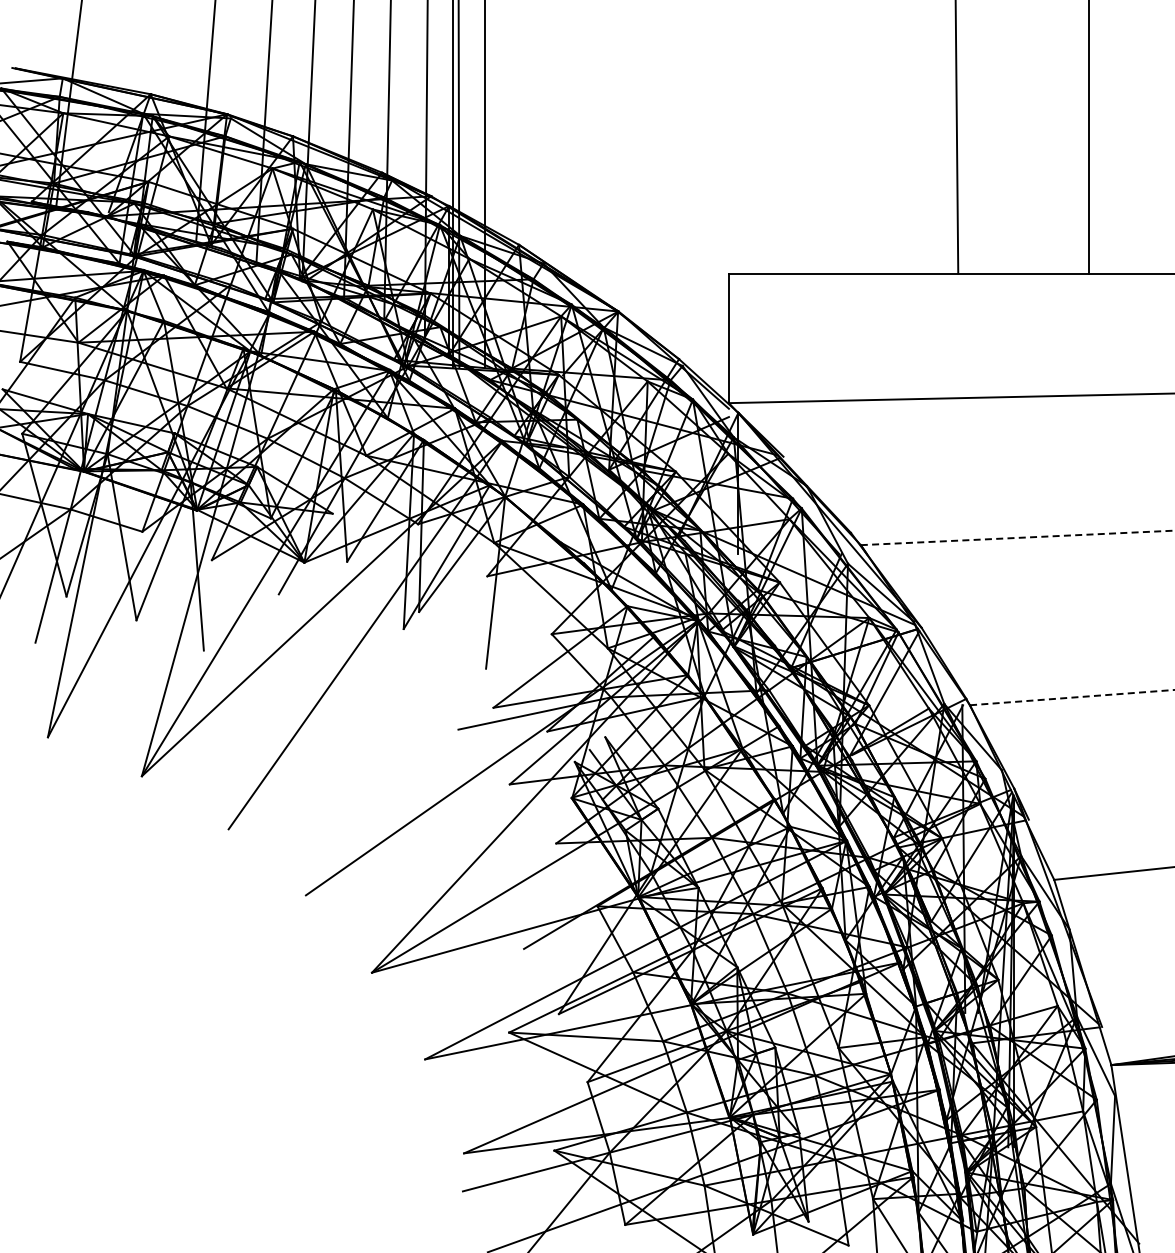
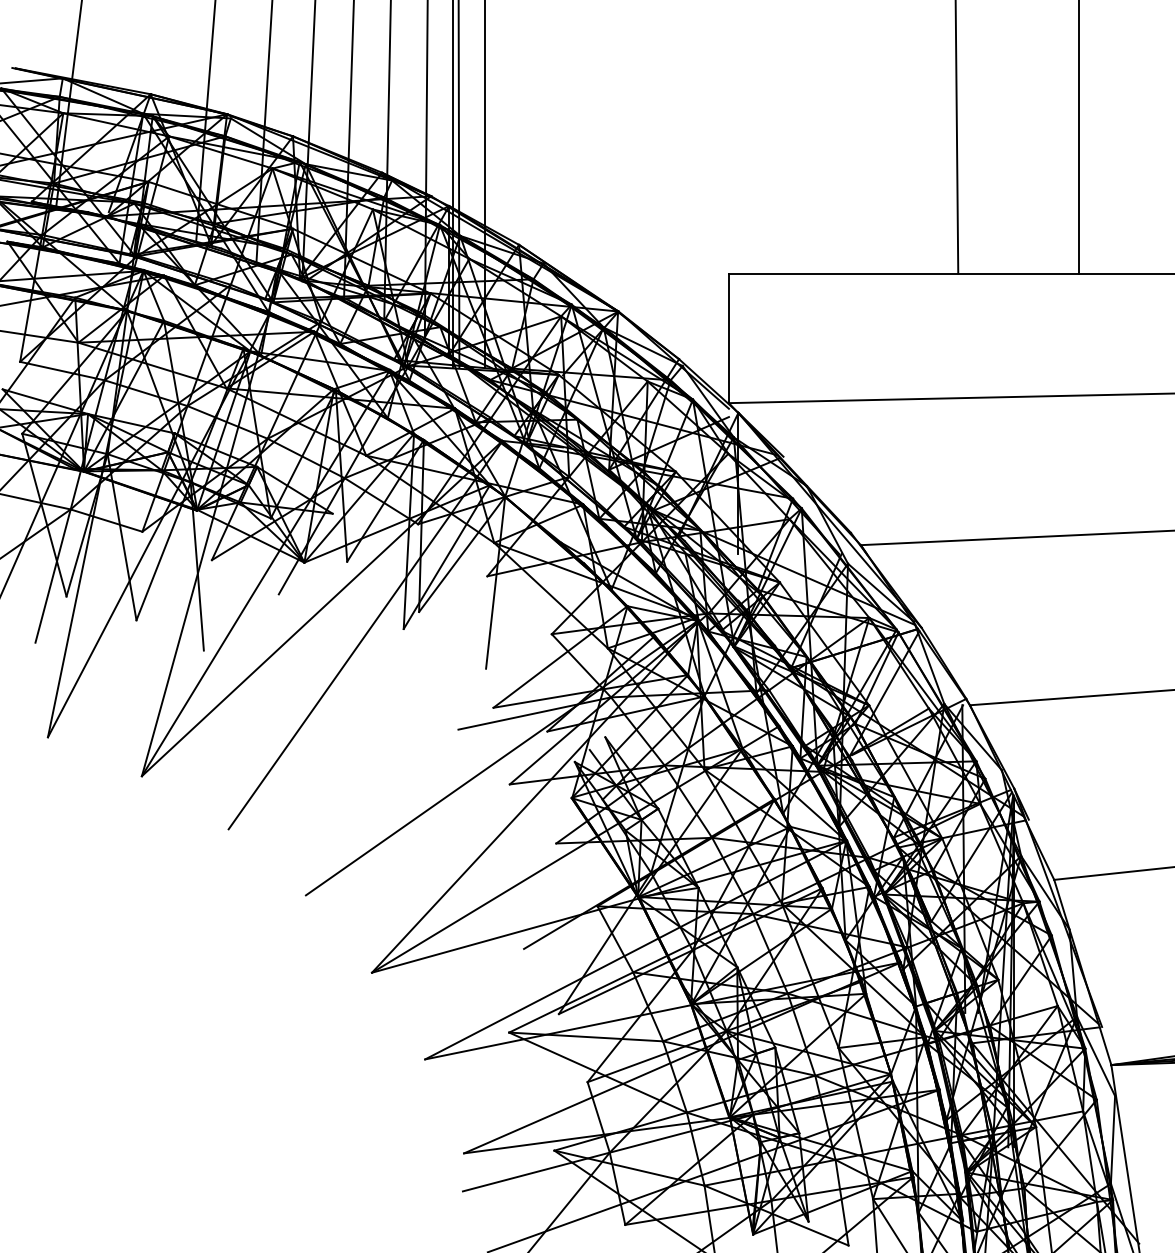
line at (1089, 137) position: (1089, 137) -> (1079, 137)
line at (1017, 537): dashed -> solid
line at (1072, 697): dashed -> solid
